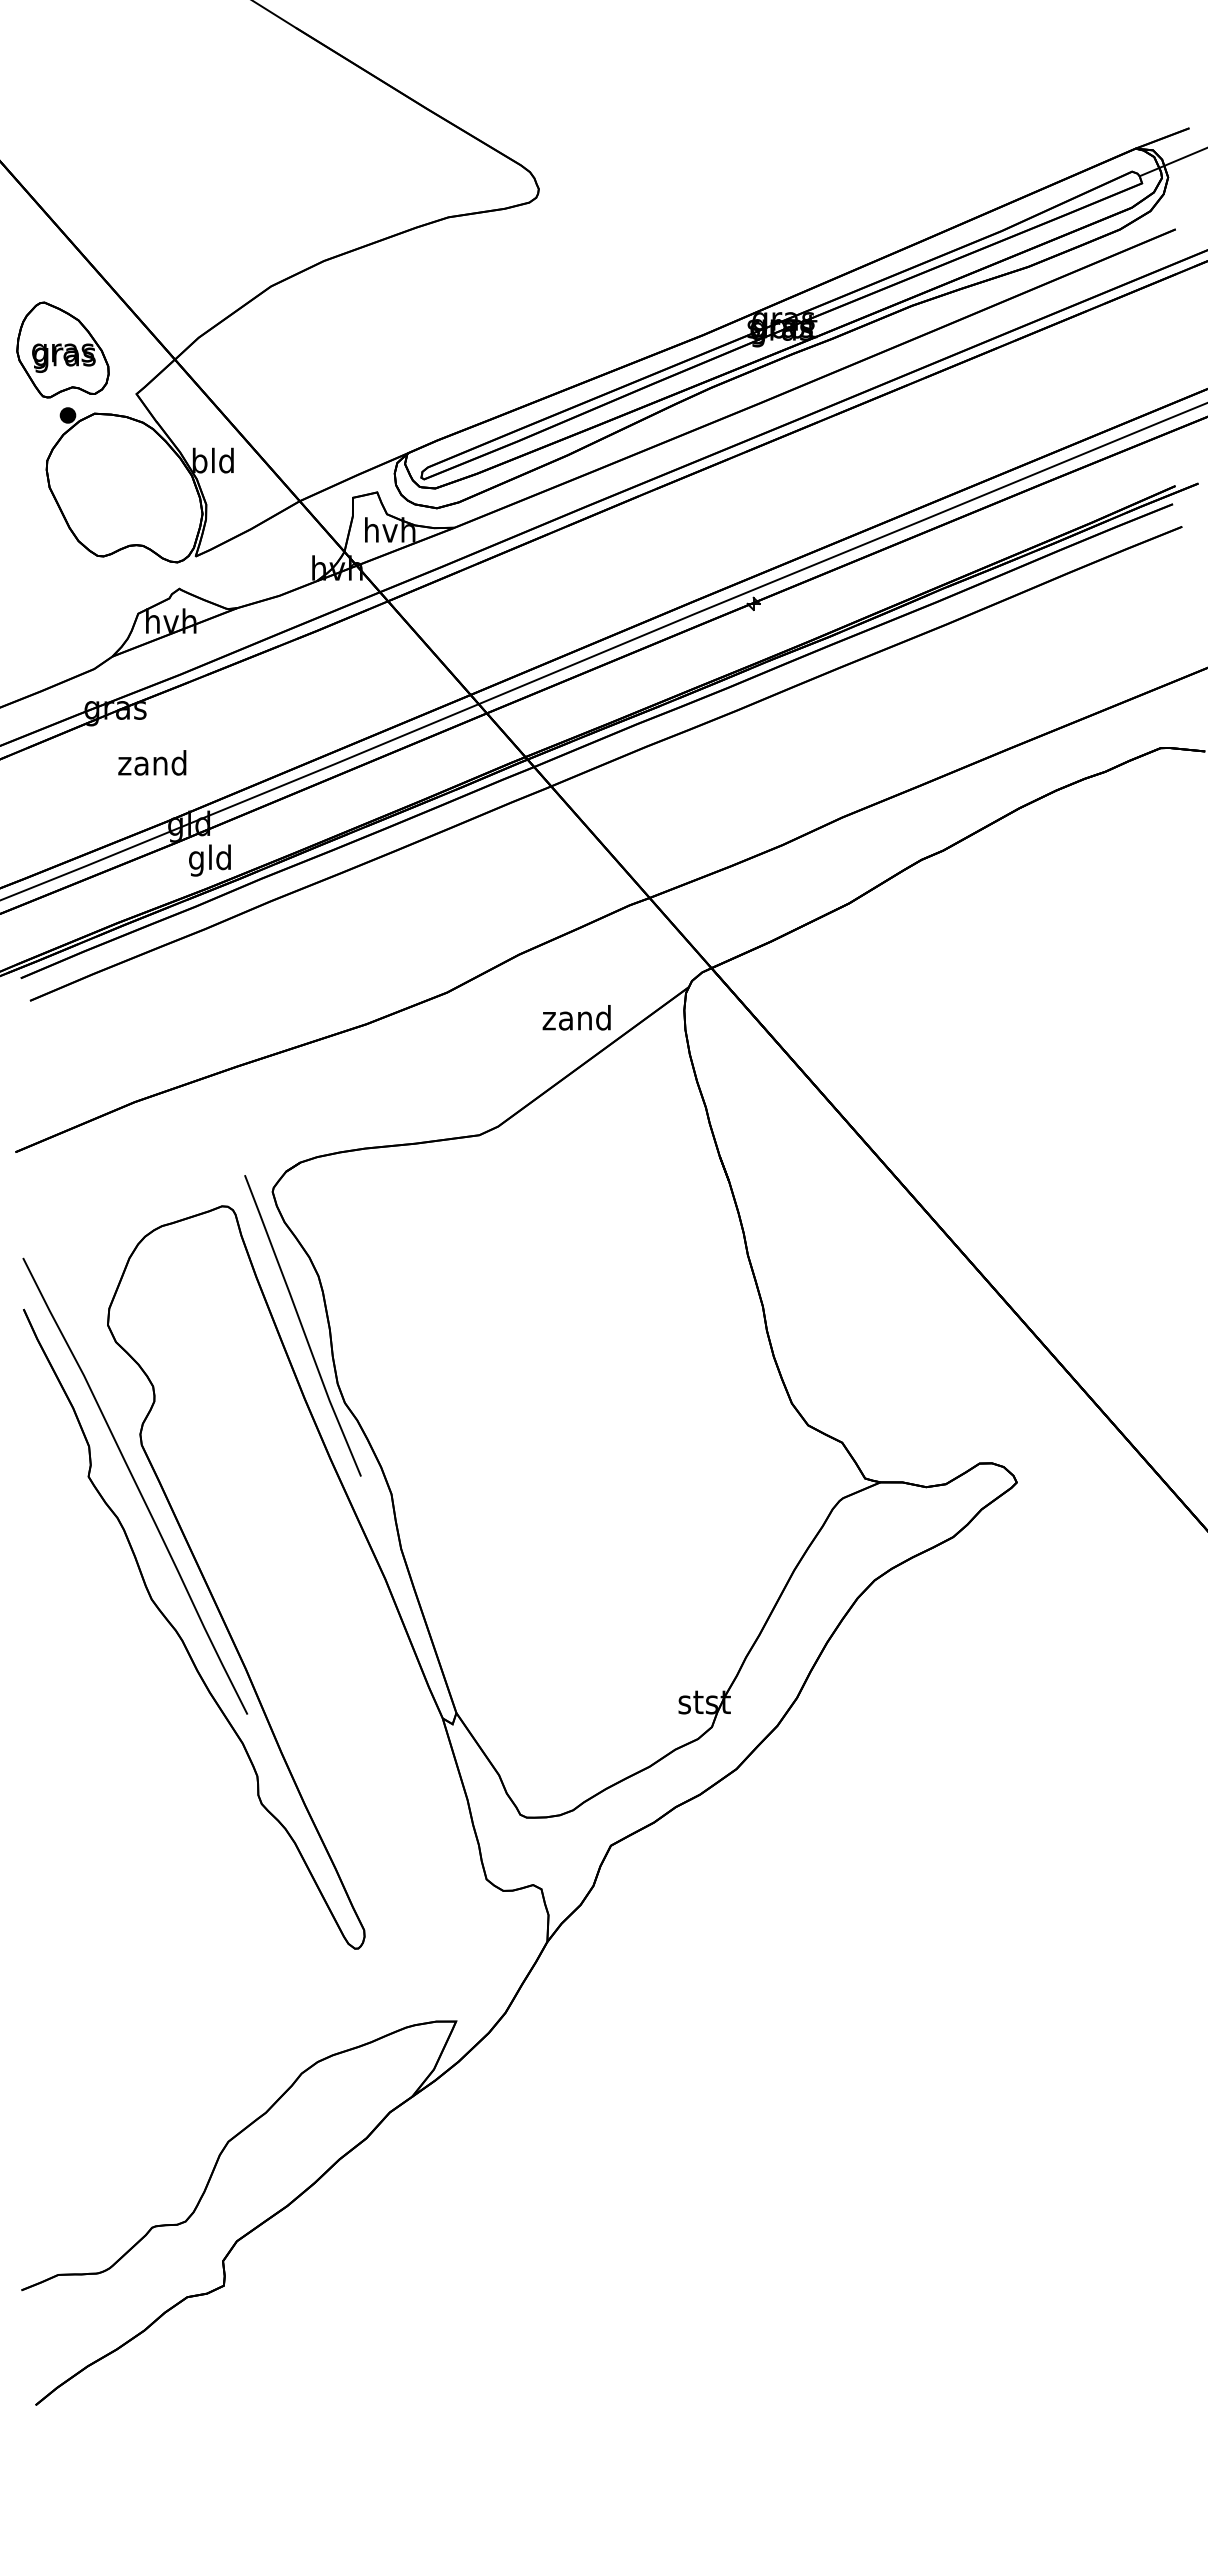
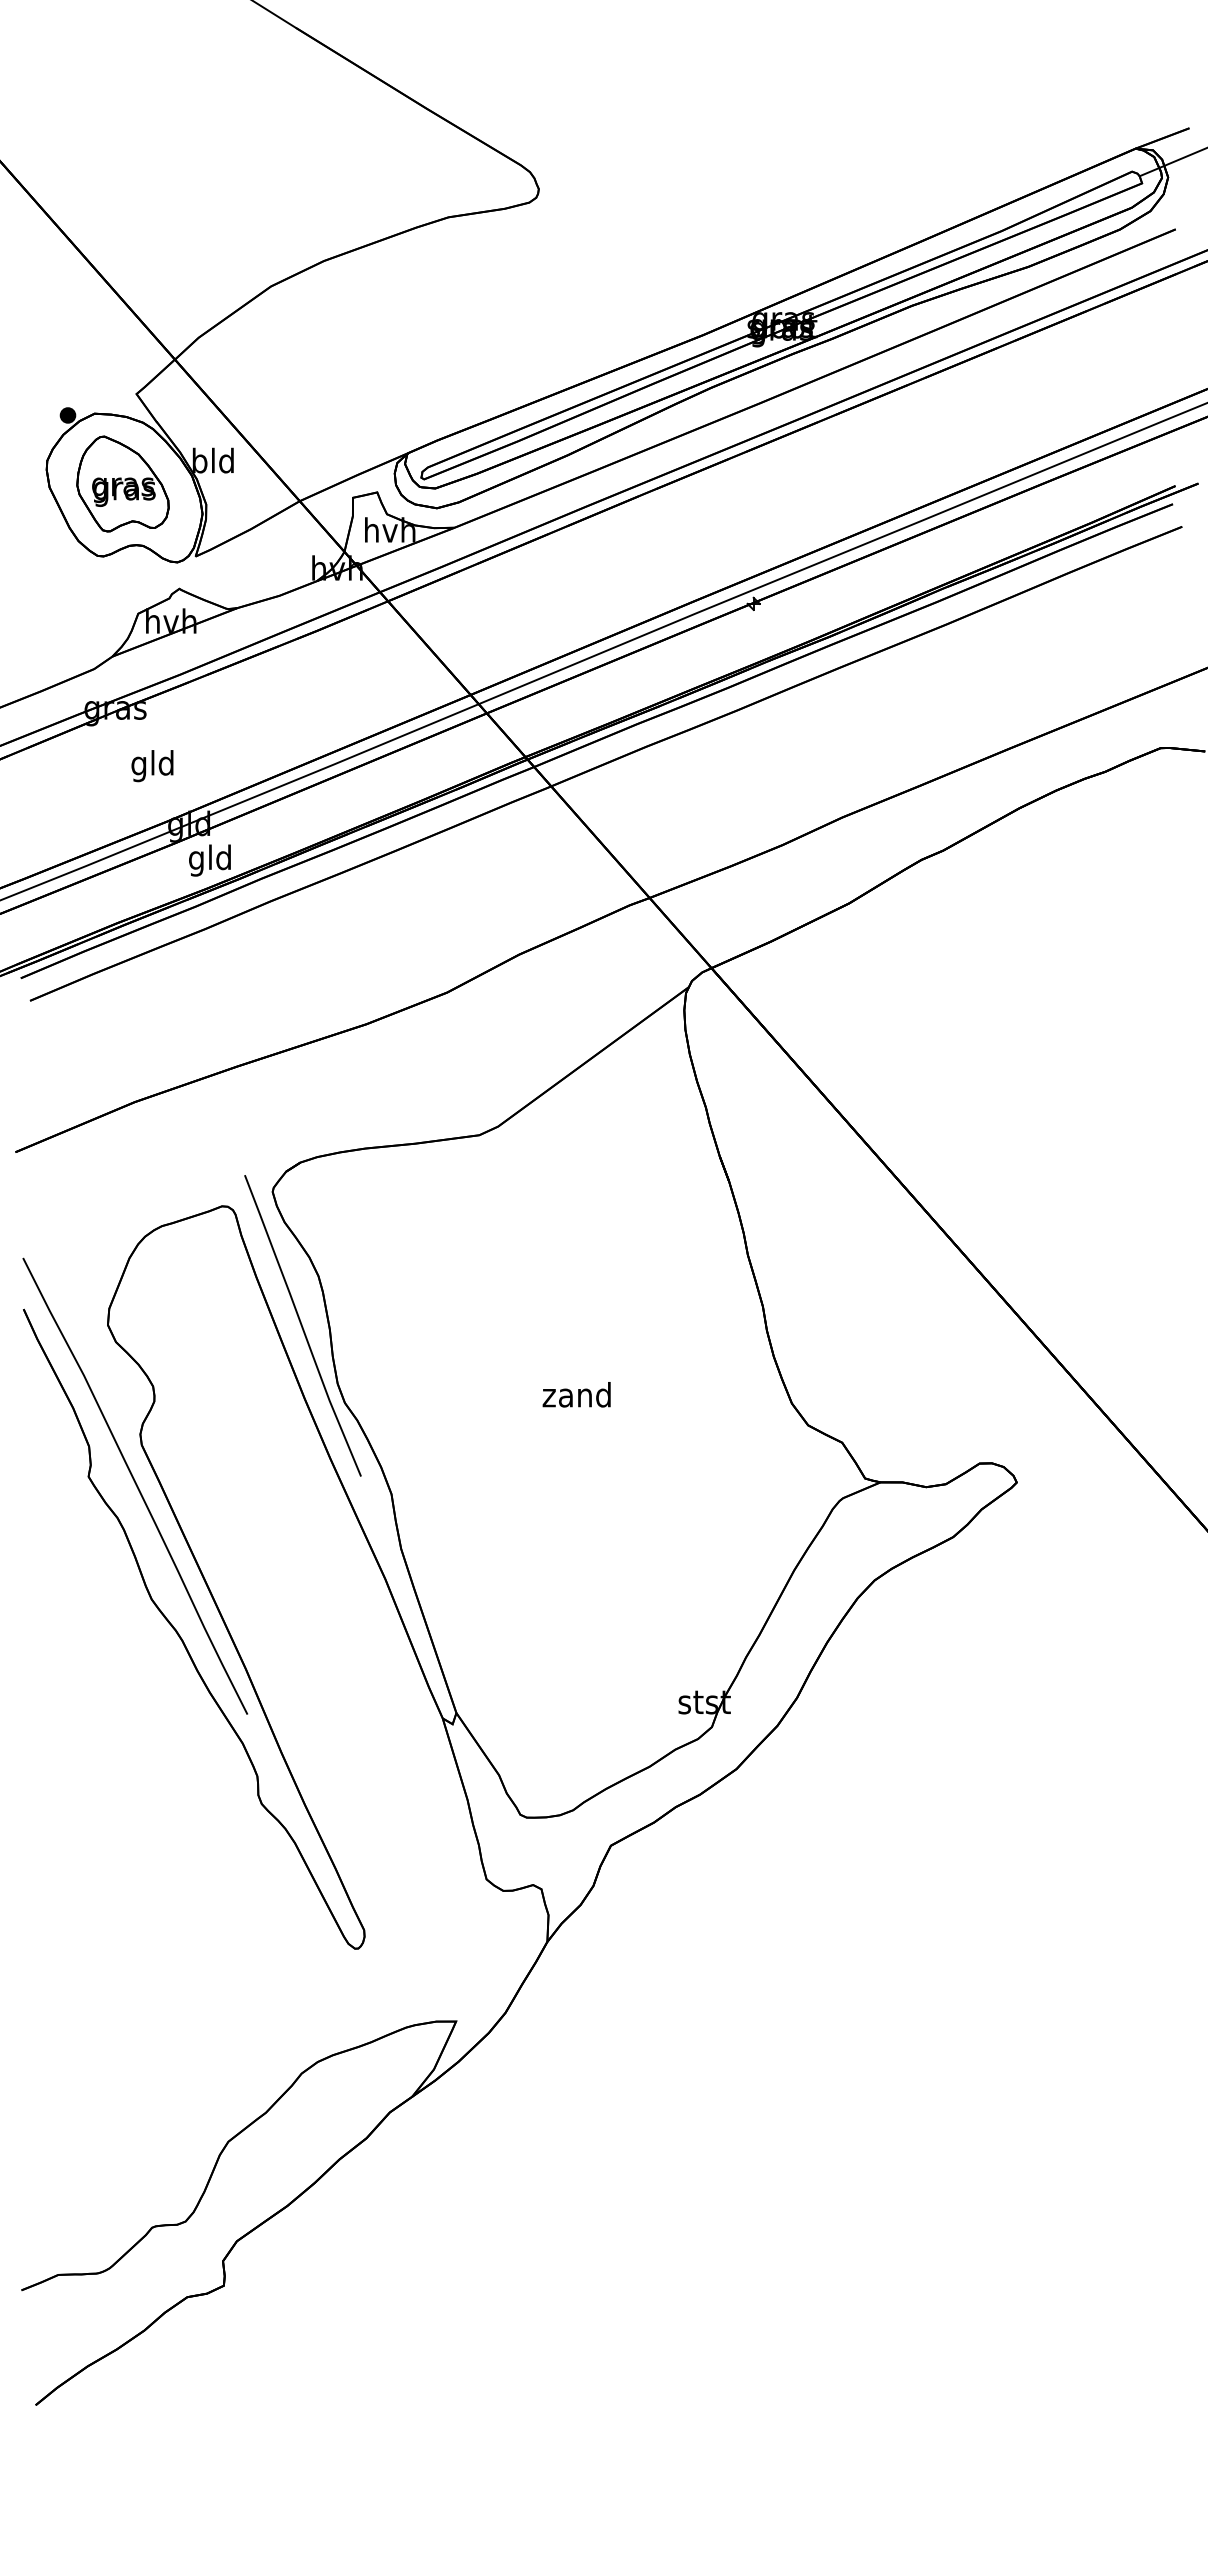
part at (62, 349) position: (62, 349) -> (122, 483)
text at (152, 766): zand -> gld
text at (576, 1017) position: (576, 1017) -> (576, 1394)
